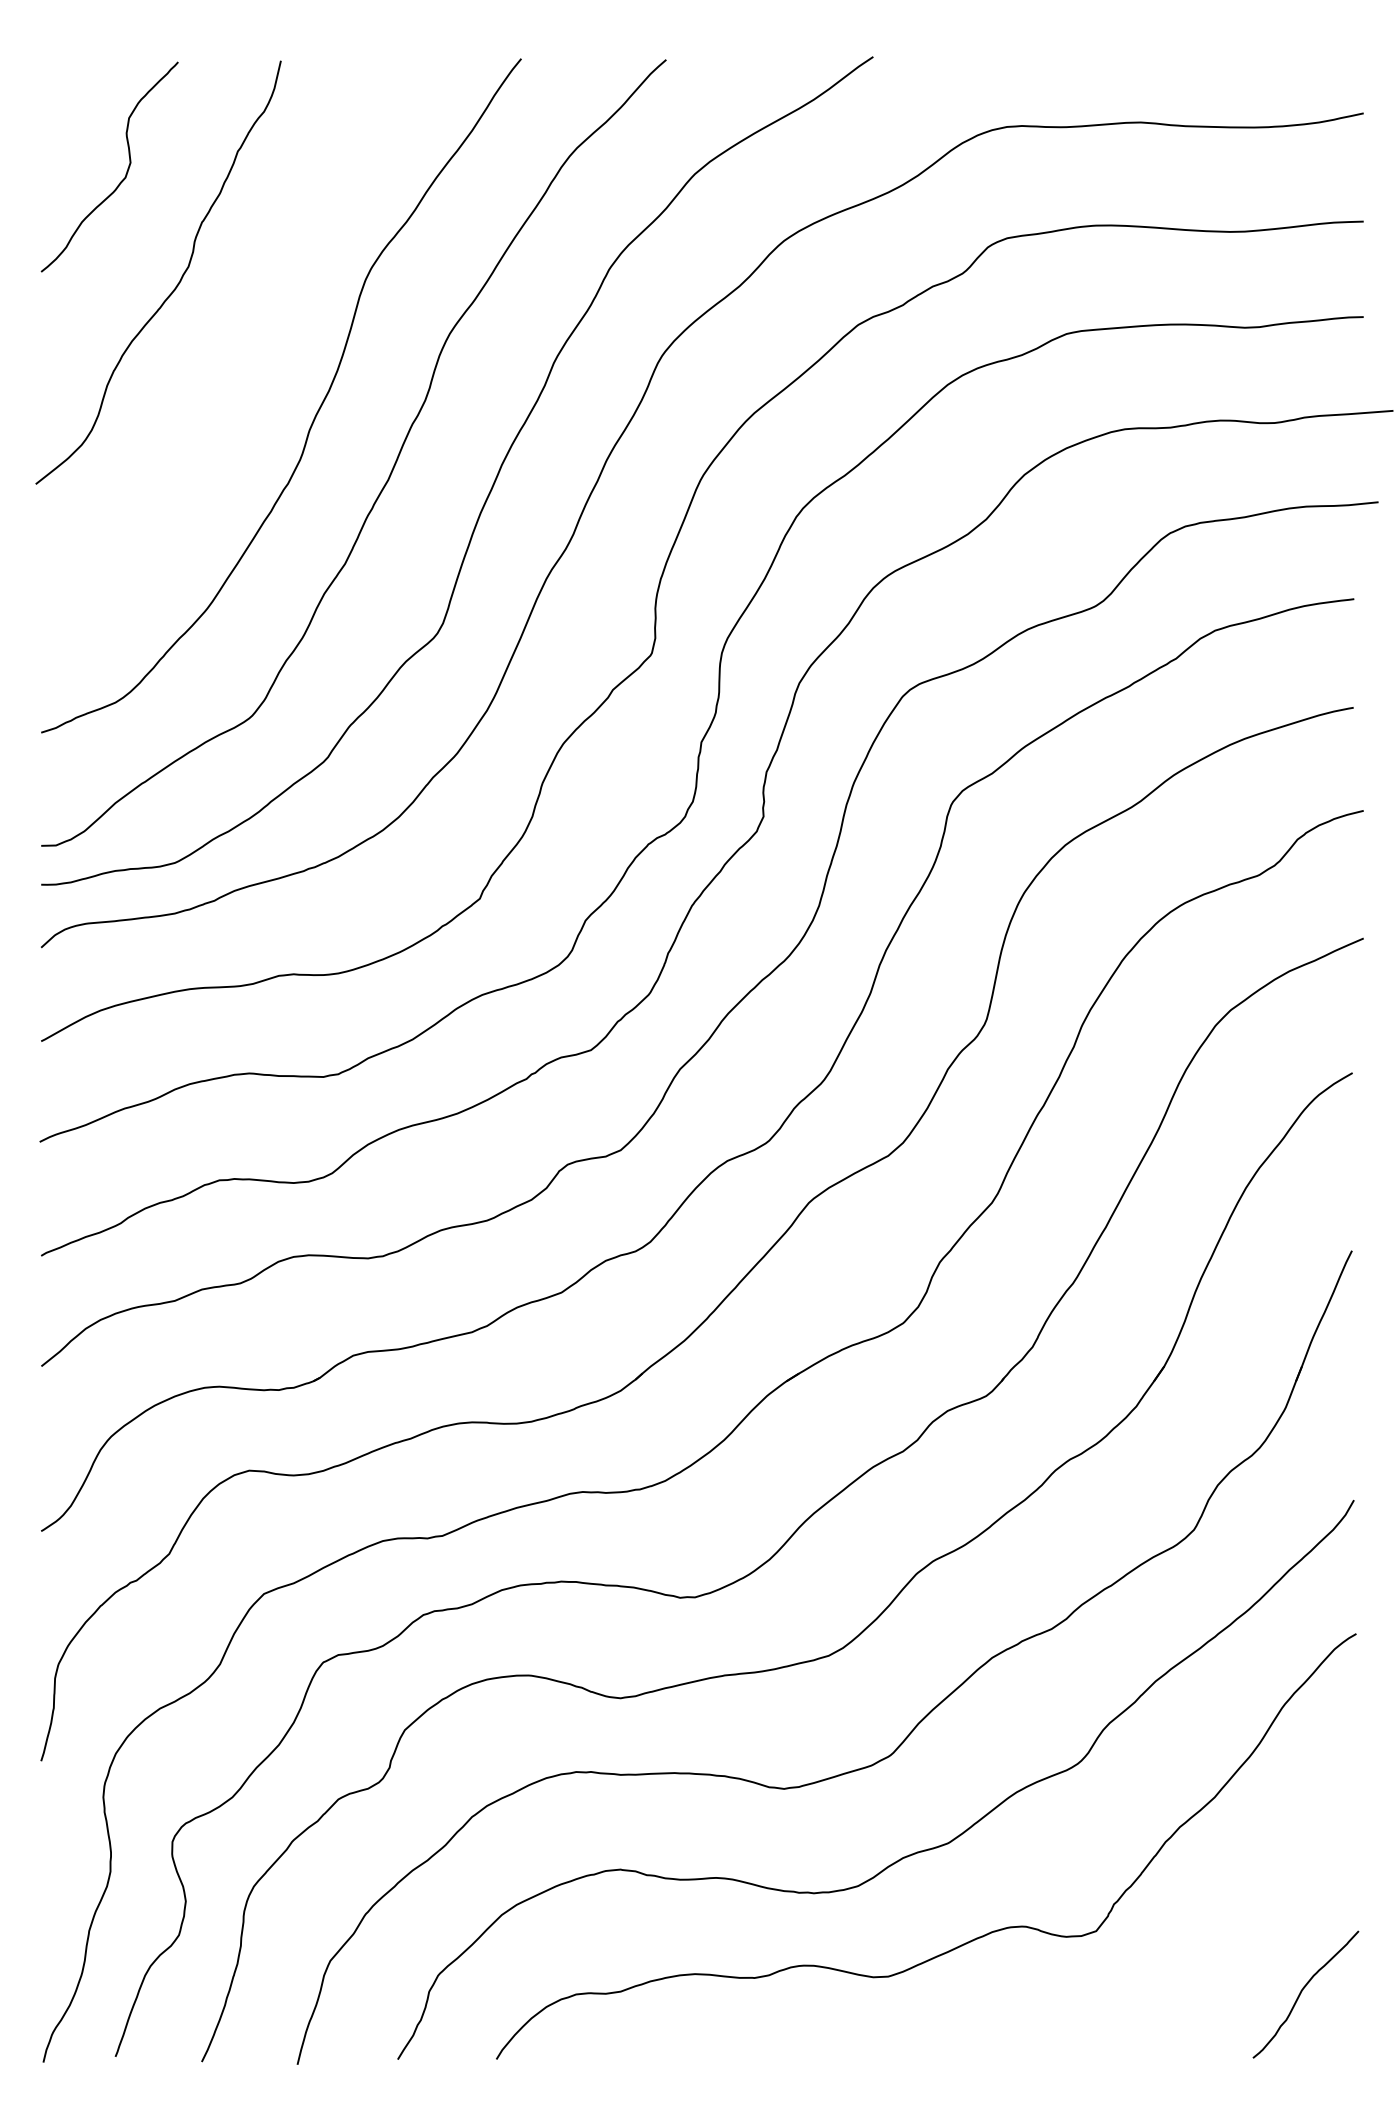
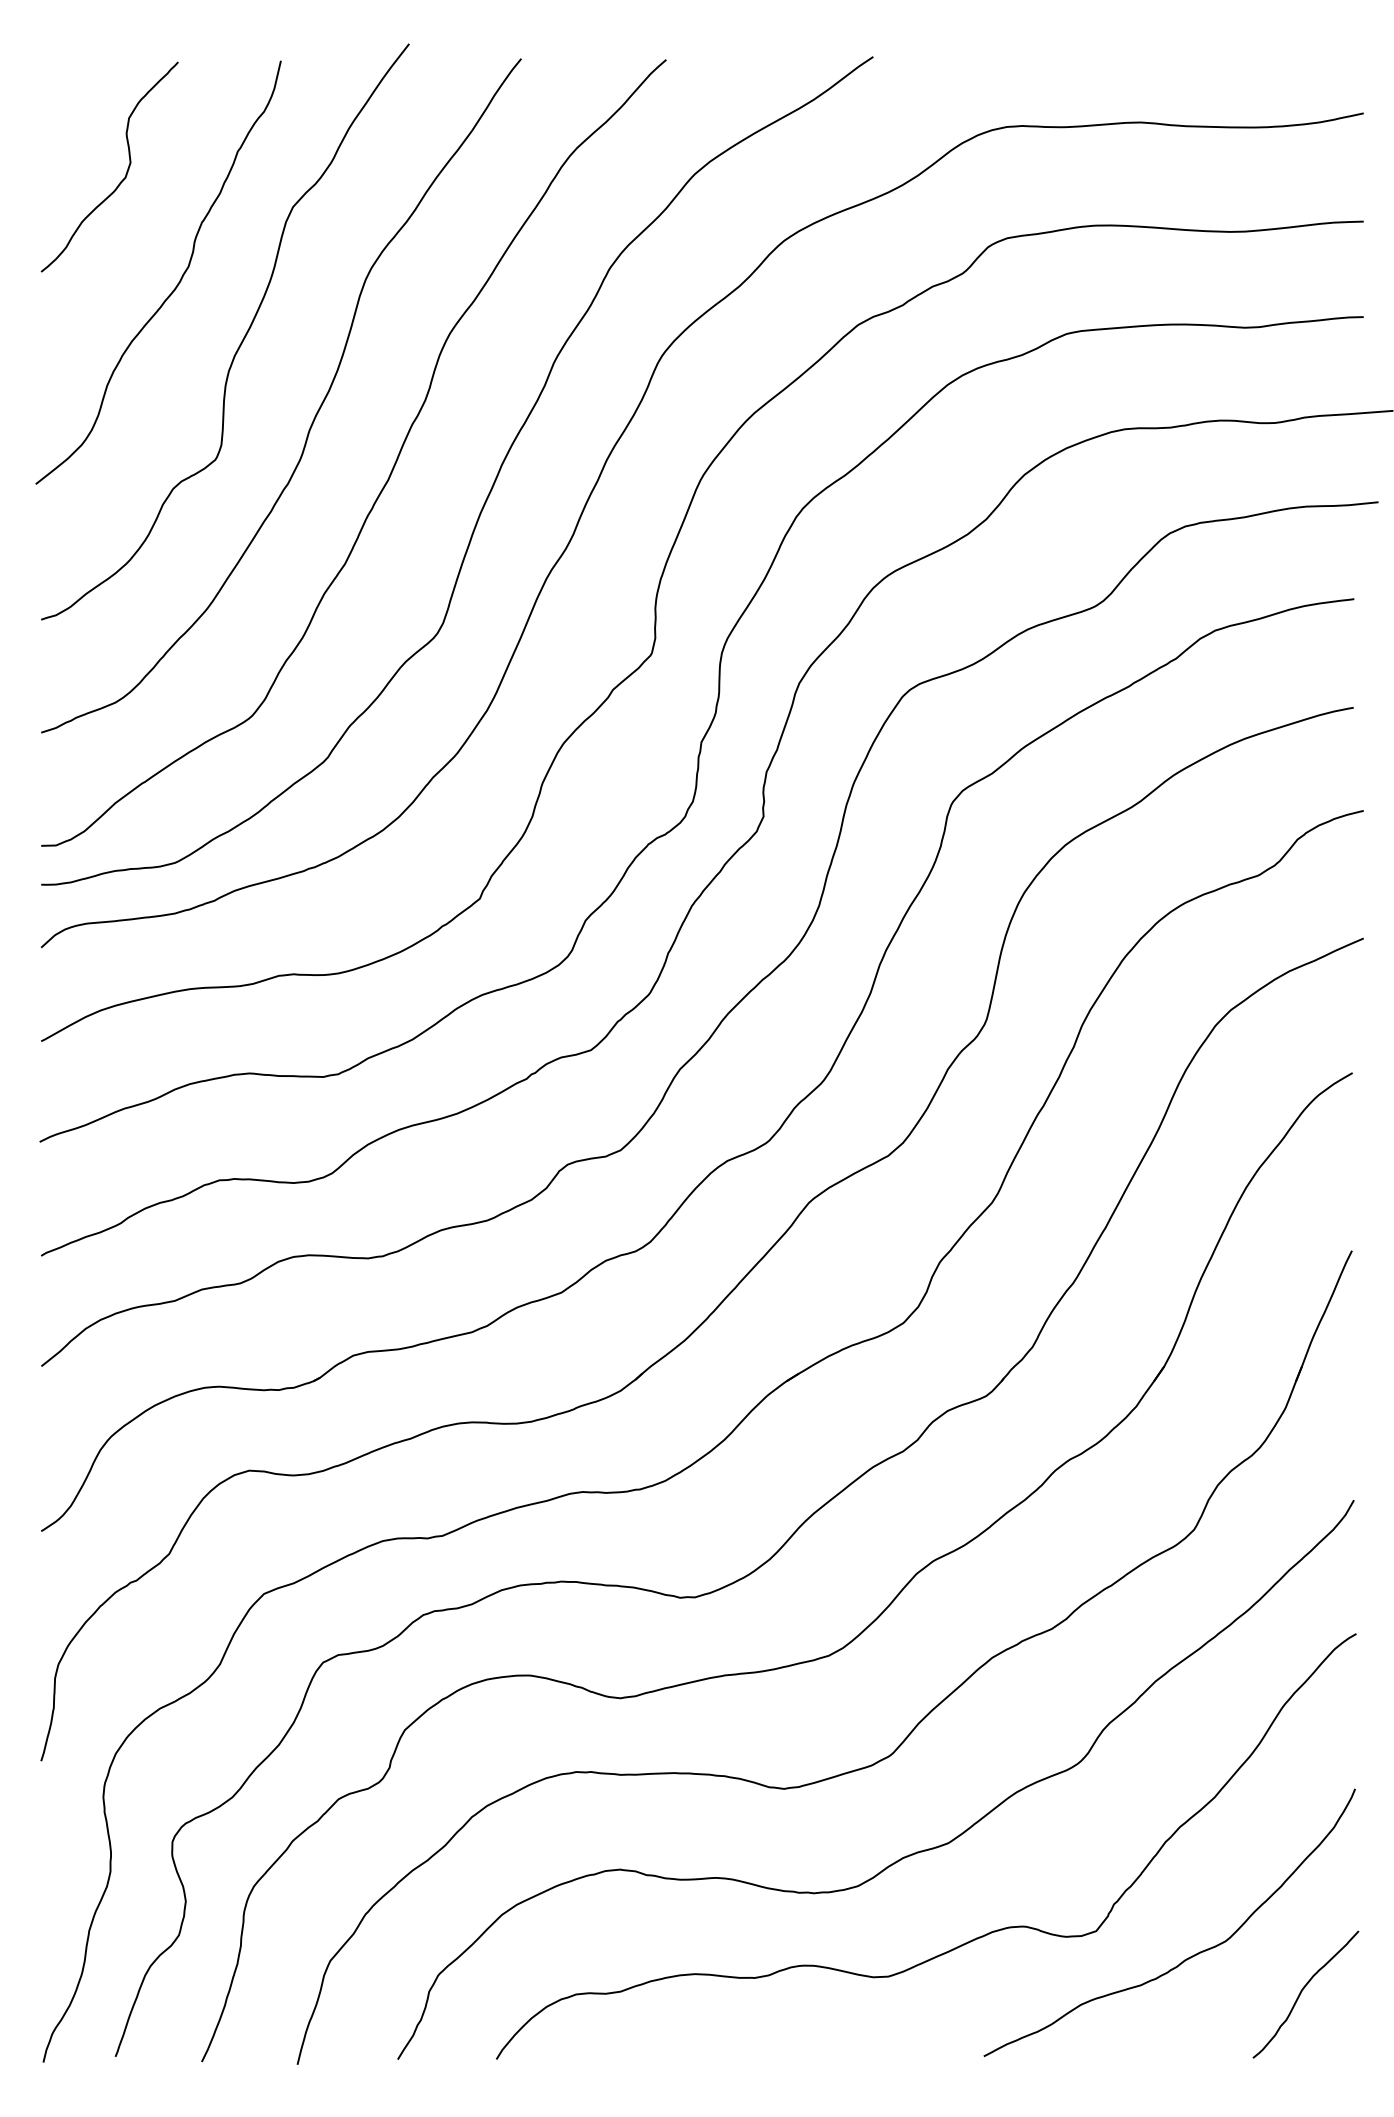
curve at (240, 342): none -> present
curve at (1186, 1958): none -> present
